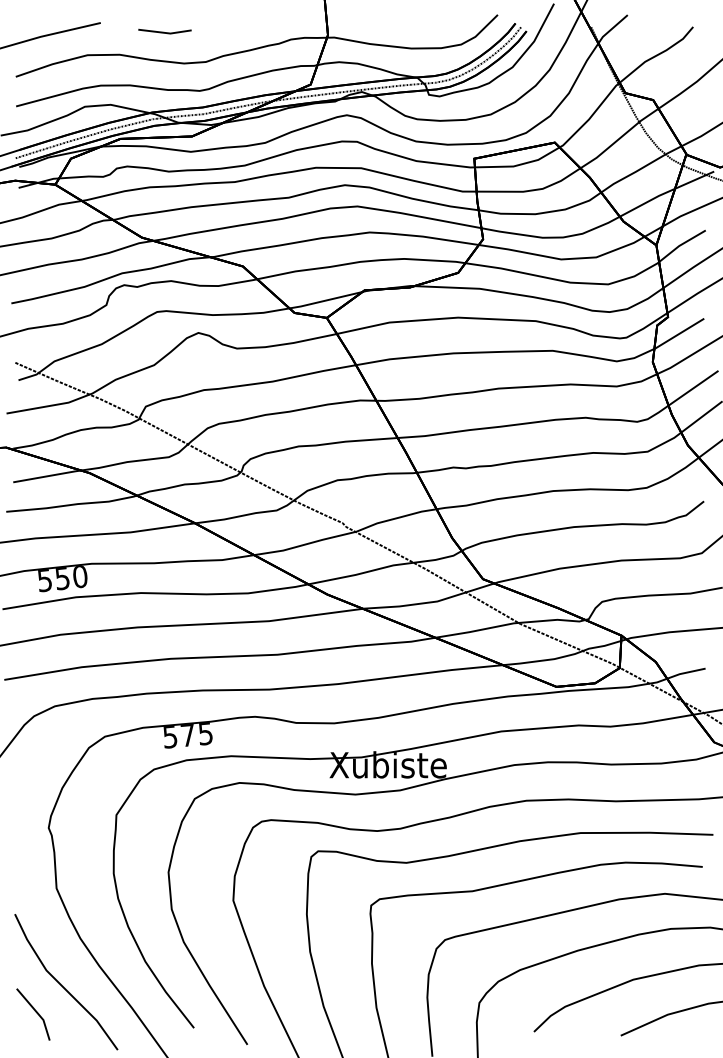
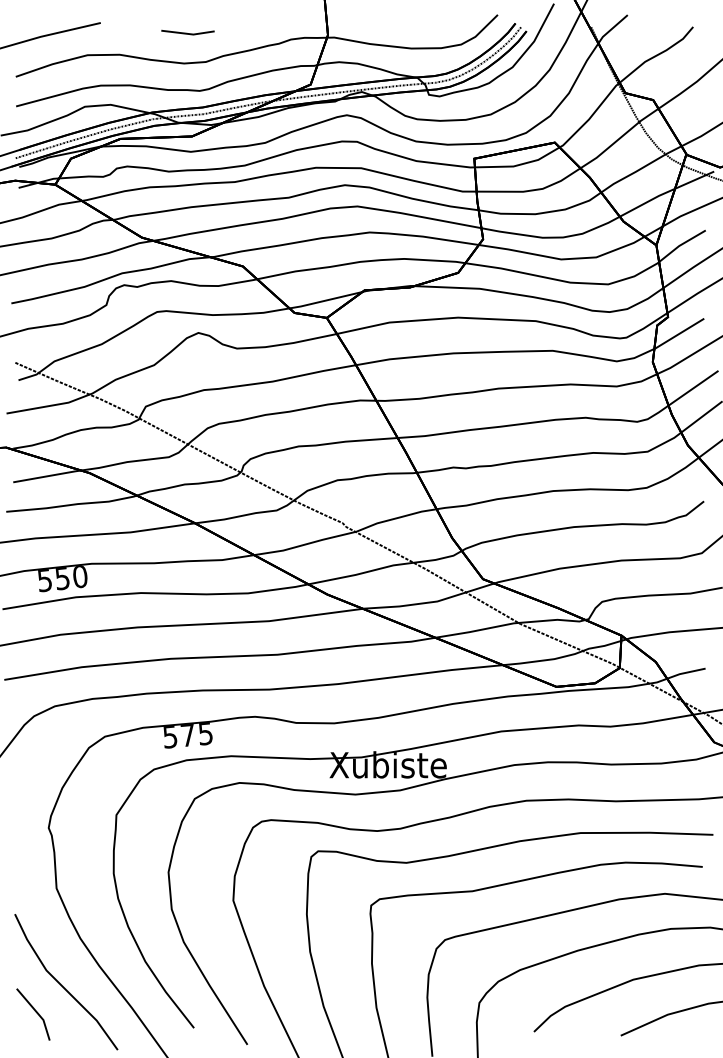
line at (163, 31) position: (163, 31) -> (186, 32)
